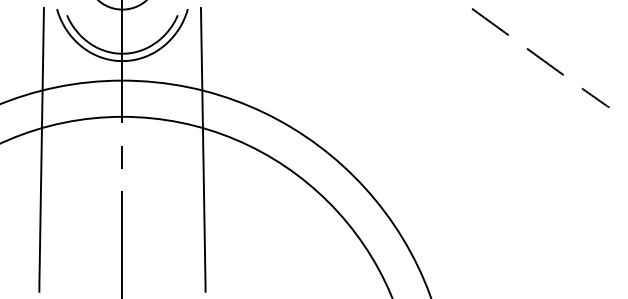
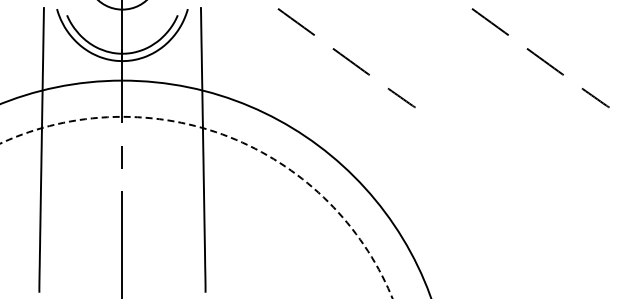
curve at (346, 58): none -> present
circle at (196, 207): solid -> dashed
